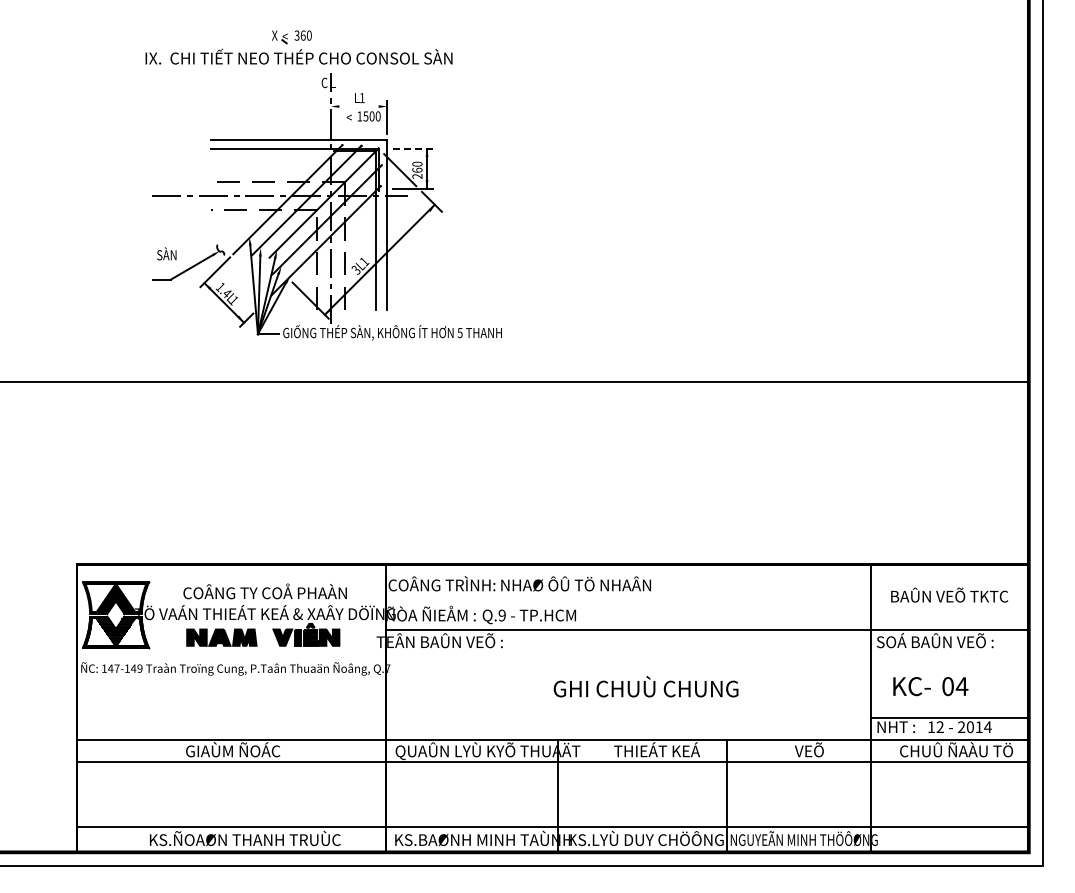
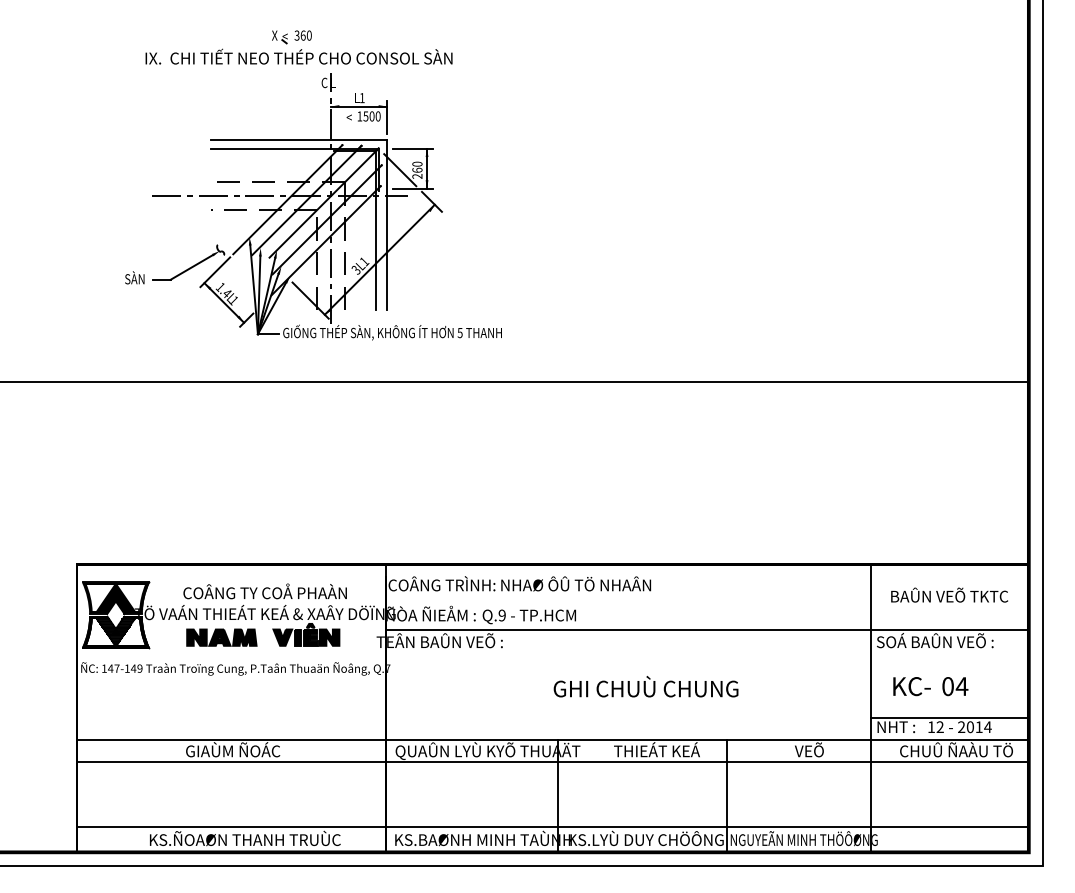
line at (358, 106): none -> present
line at (412, 148): dashed -> solid
text at (166, 253) position: (166, 253) -> (134, 277)
